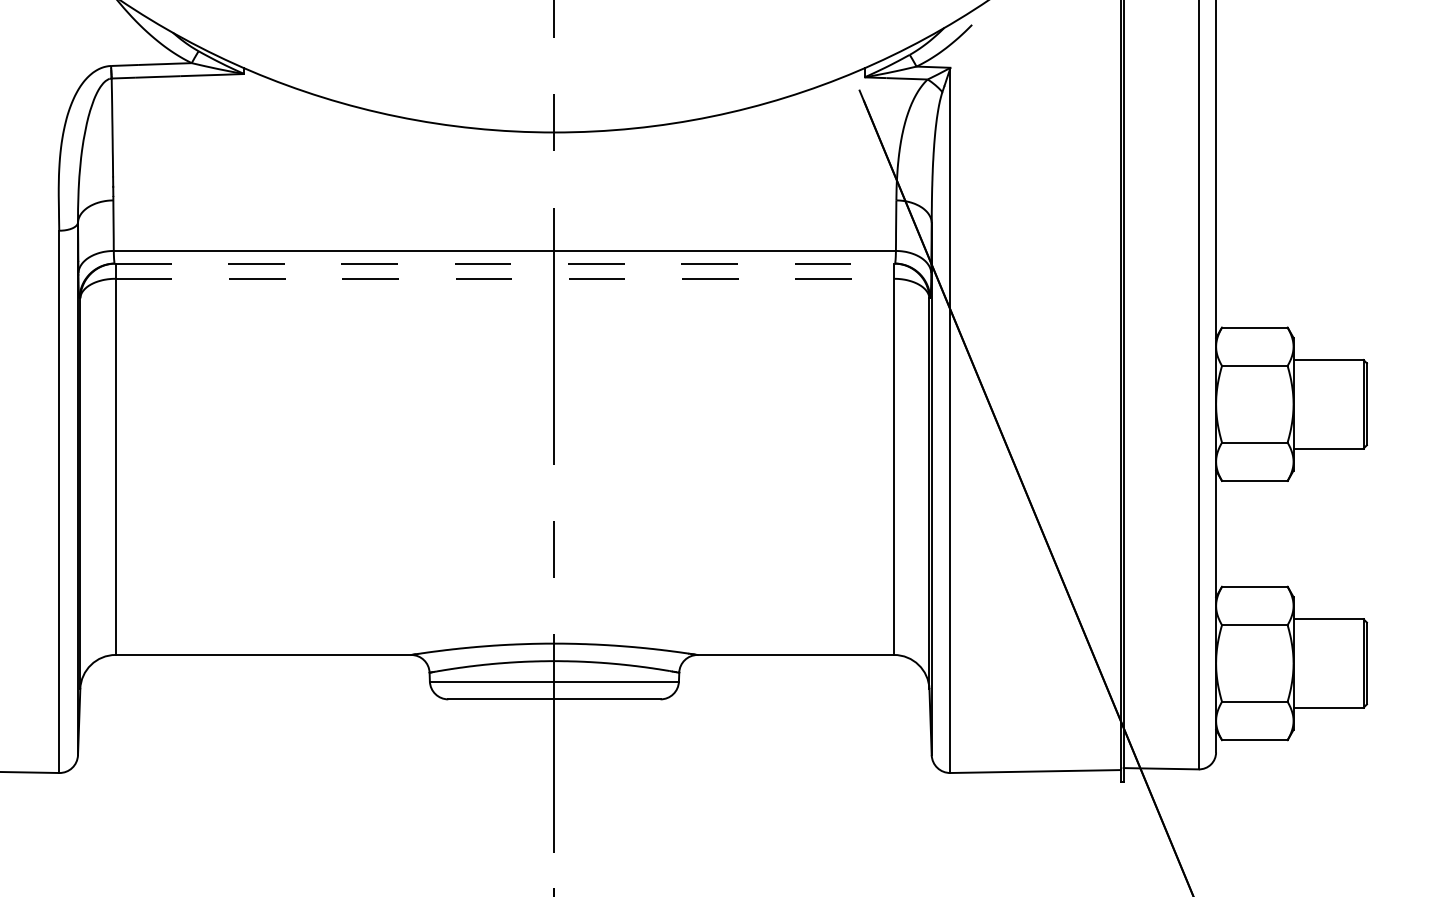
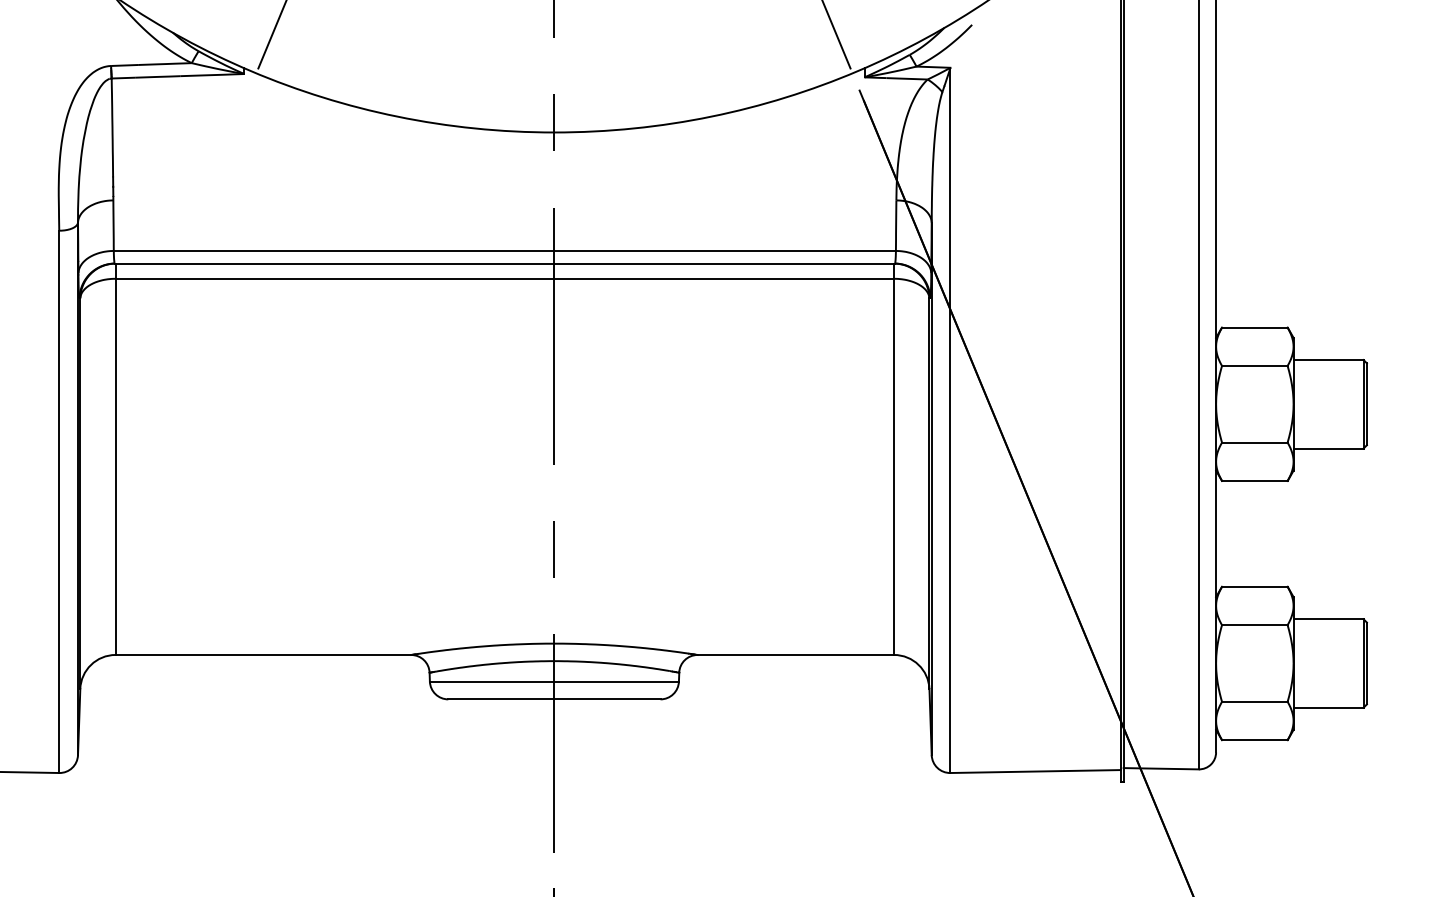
line at (271, 35): none -> present
line at (836, 35): none -> present
line at (504, 263): dashed -> solid
line at (505, 278): dashed -> solid
